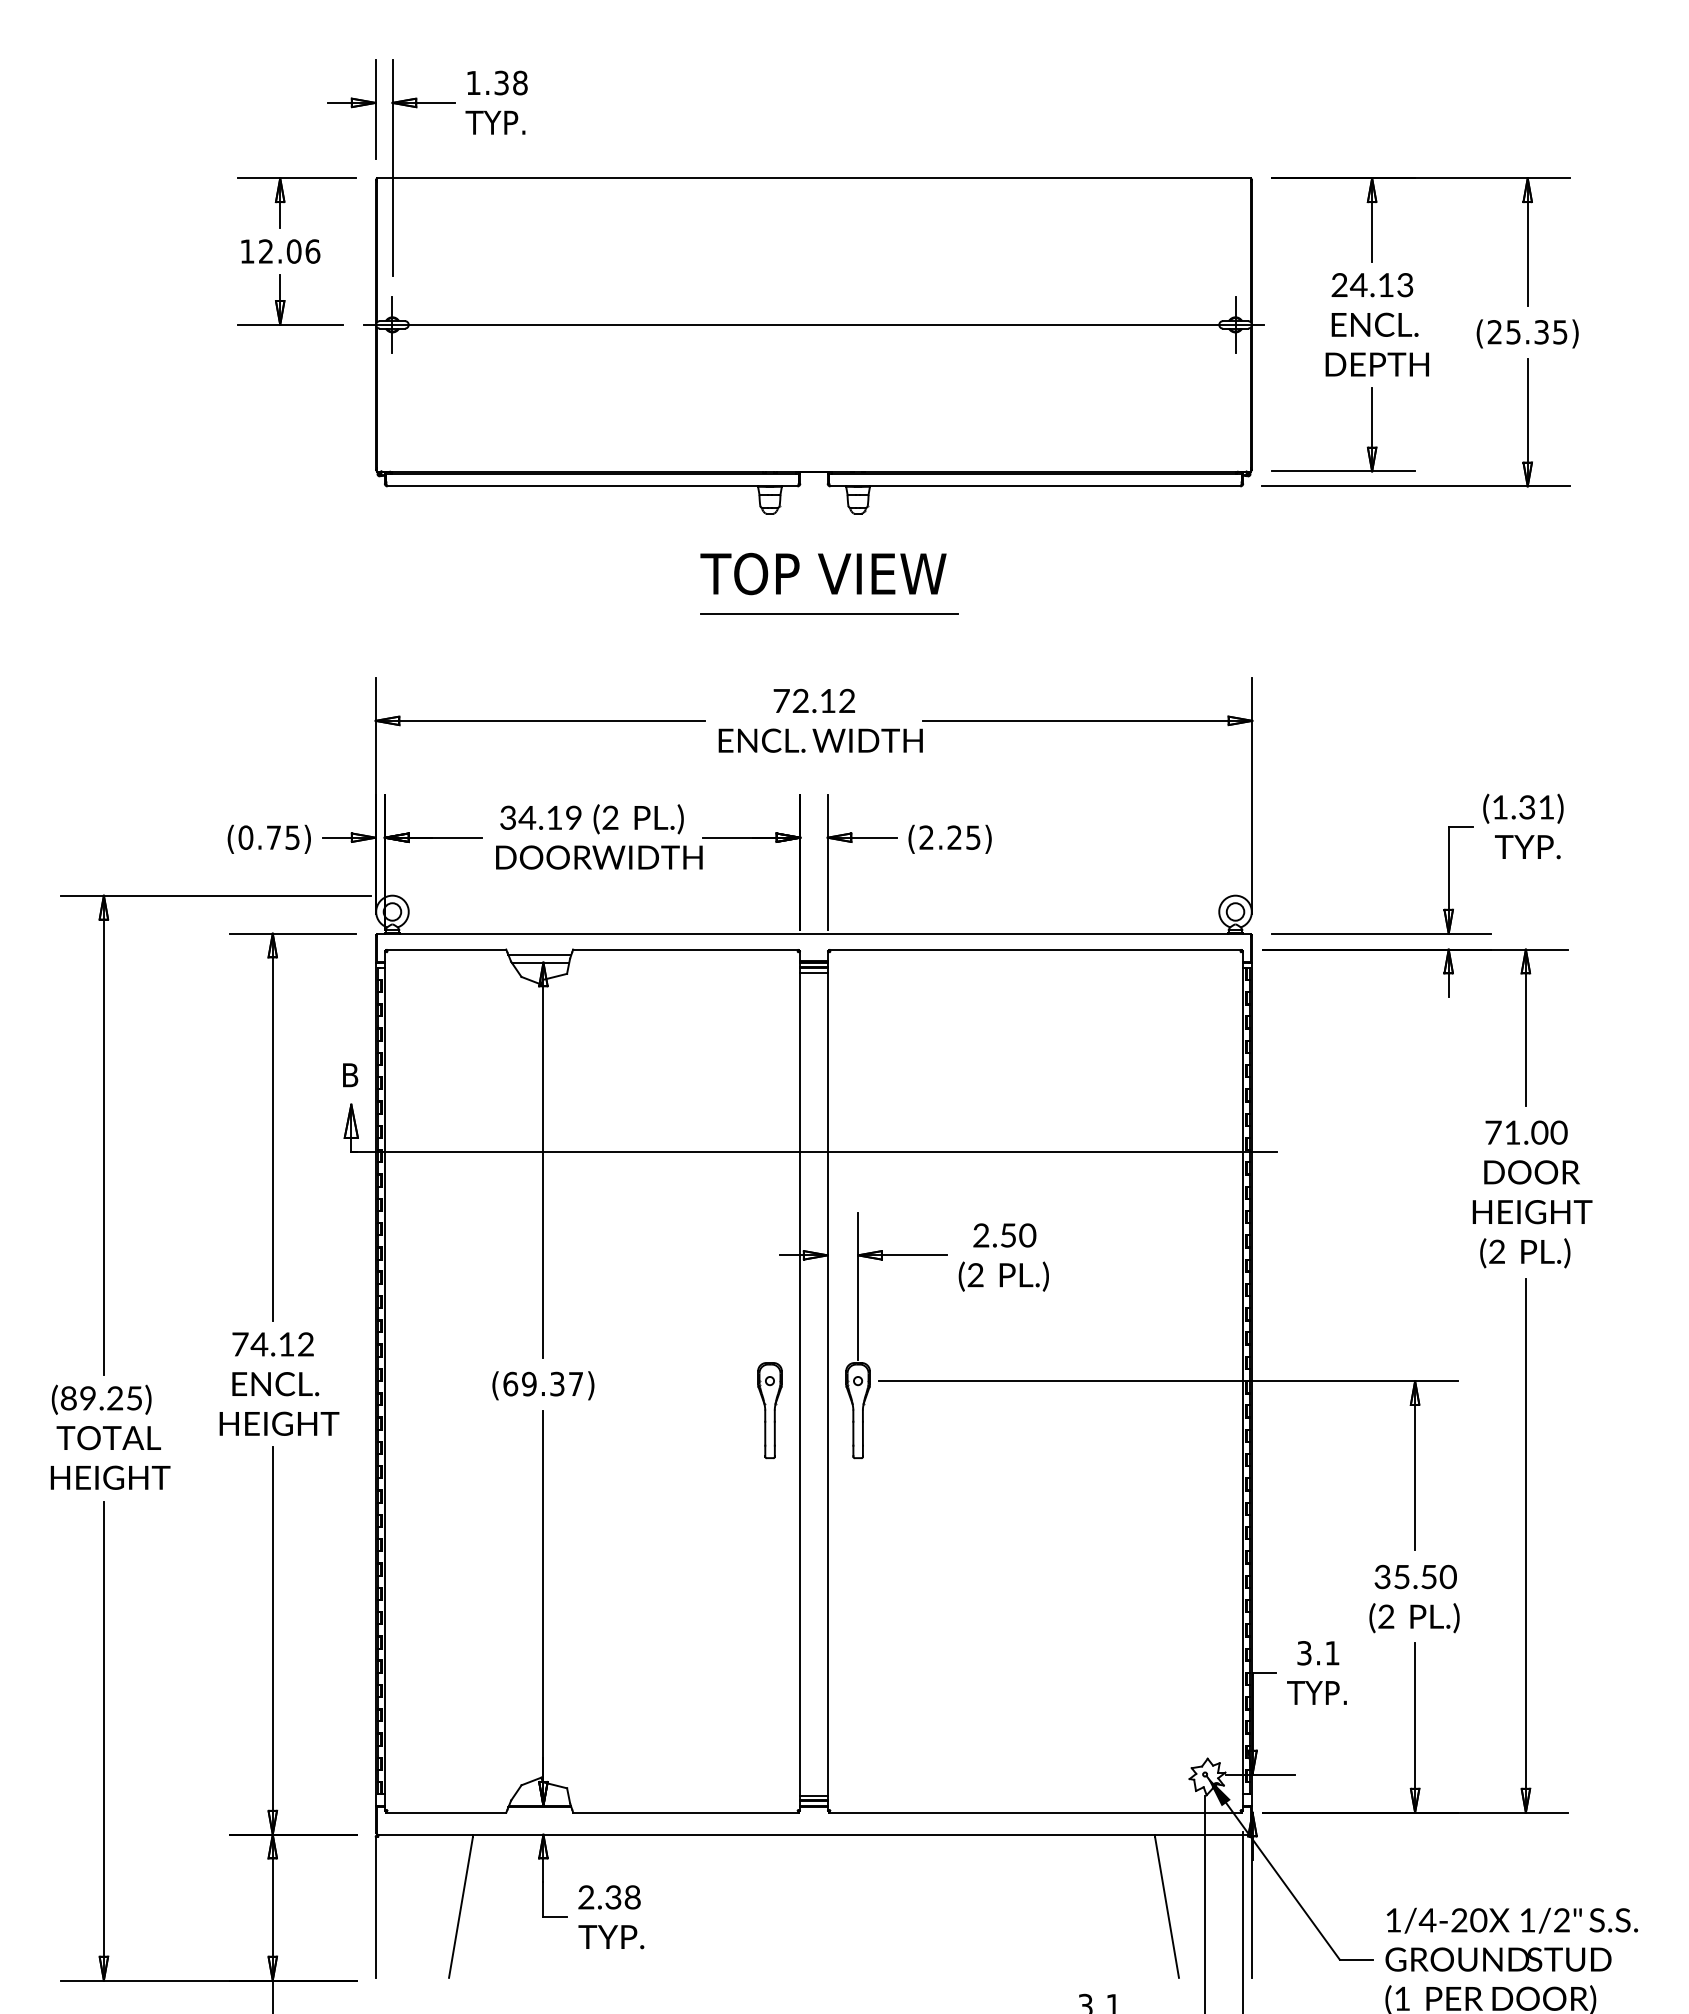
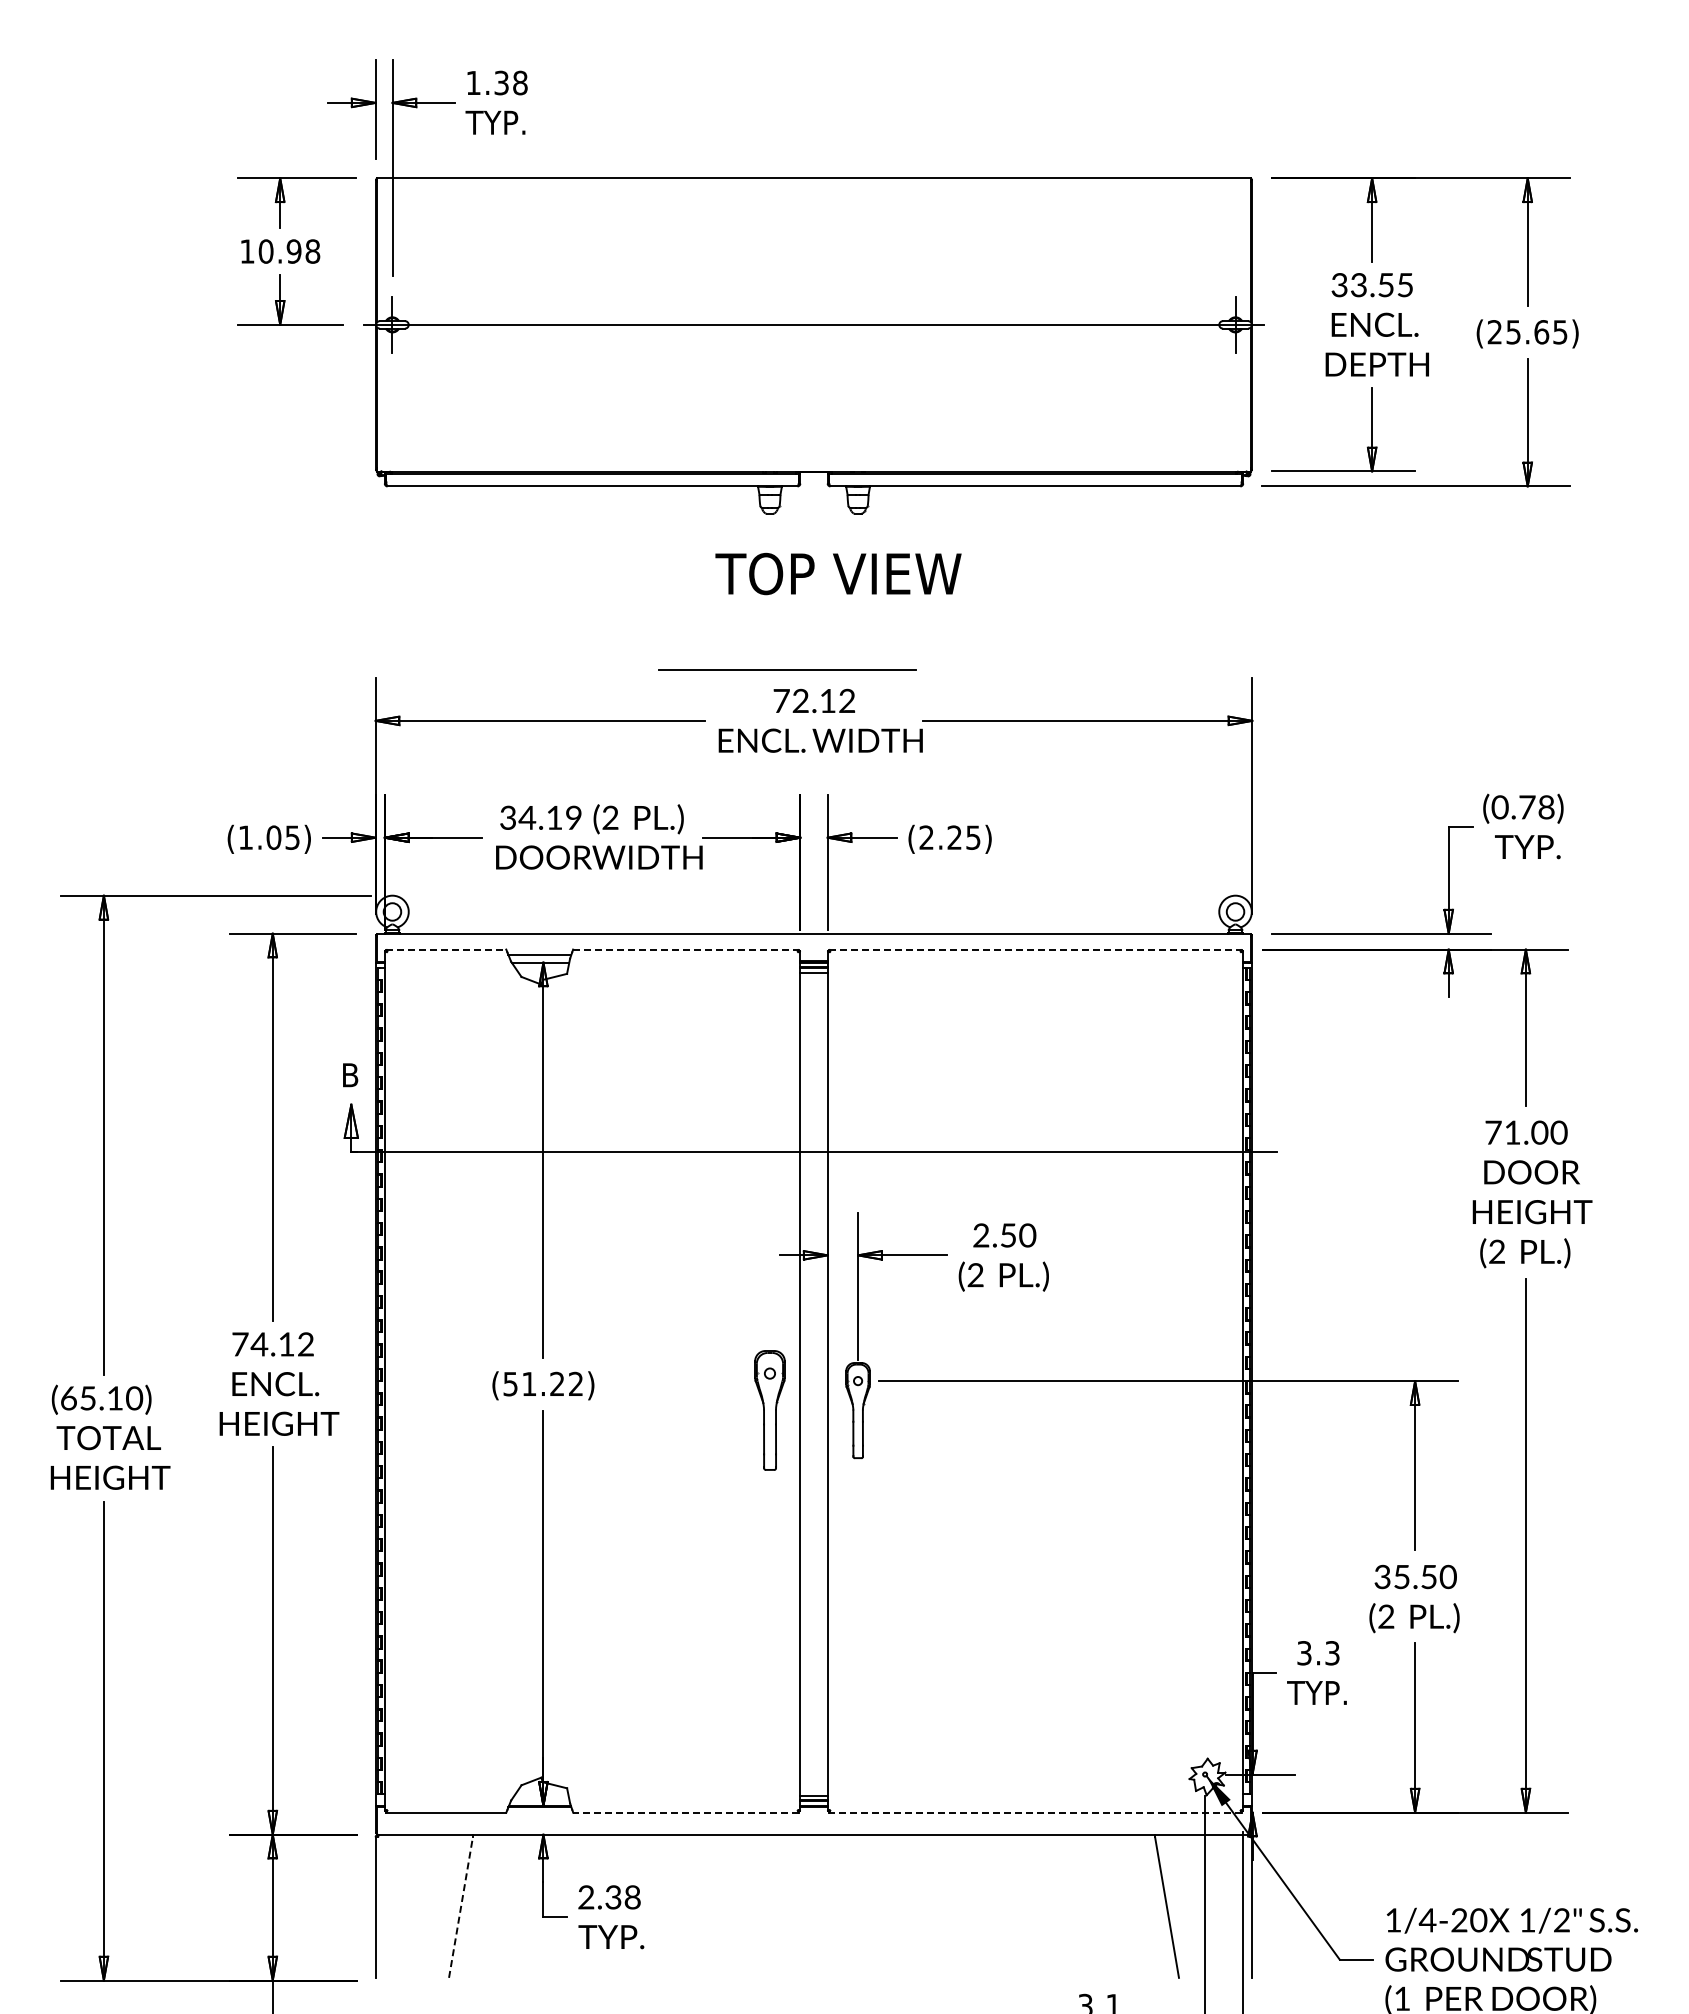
text at (289, 251): 12.06 -> 10.98
text at (1372, 285): 24.13 -> 33.55
text at (1541, 332): (25.35) -> (25.65)
text at (823, 573) position: (823, 573) -> (838, 573)
line at (829, 613) position: (829, 613) -> (787, 669)
text at (1522, 807): (1.31) -> (0.78)
text at (259, 837): (0.75) -> (1.05)
line at (446, 949): solid -> dashed
line at (685, 949): solid -> dashed
line at (1035, 949): solid -> dashed
text at (542, 1383): (69.37) -> (51.22)
text at (101, 1398): (89.25) -> (65.10)
part at (769, 1410) size: 26x98 px -> 32x121 px
text at (1332, 1653): 3.1 -> 3.3
line at (685, 1812): solid -> dashed
line at (1034, 1812): solid -> dashed
line at (461, 1907): solid -> dashed
